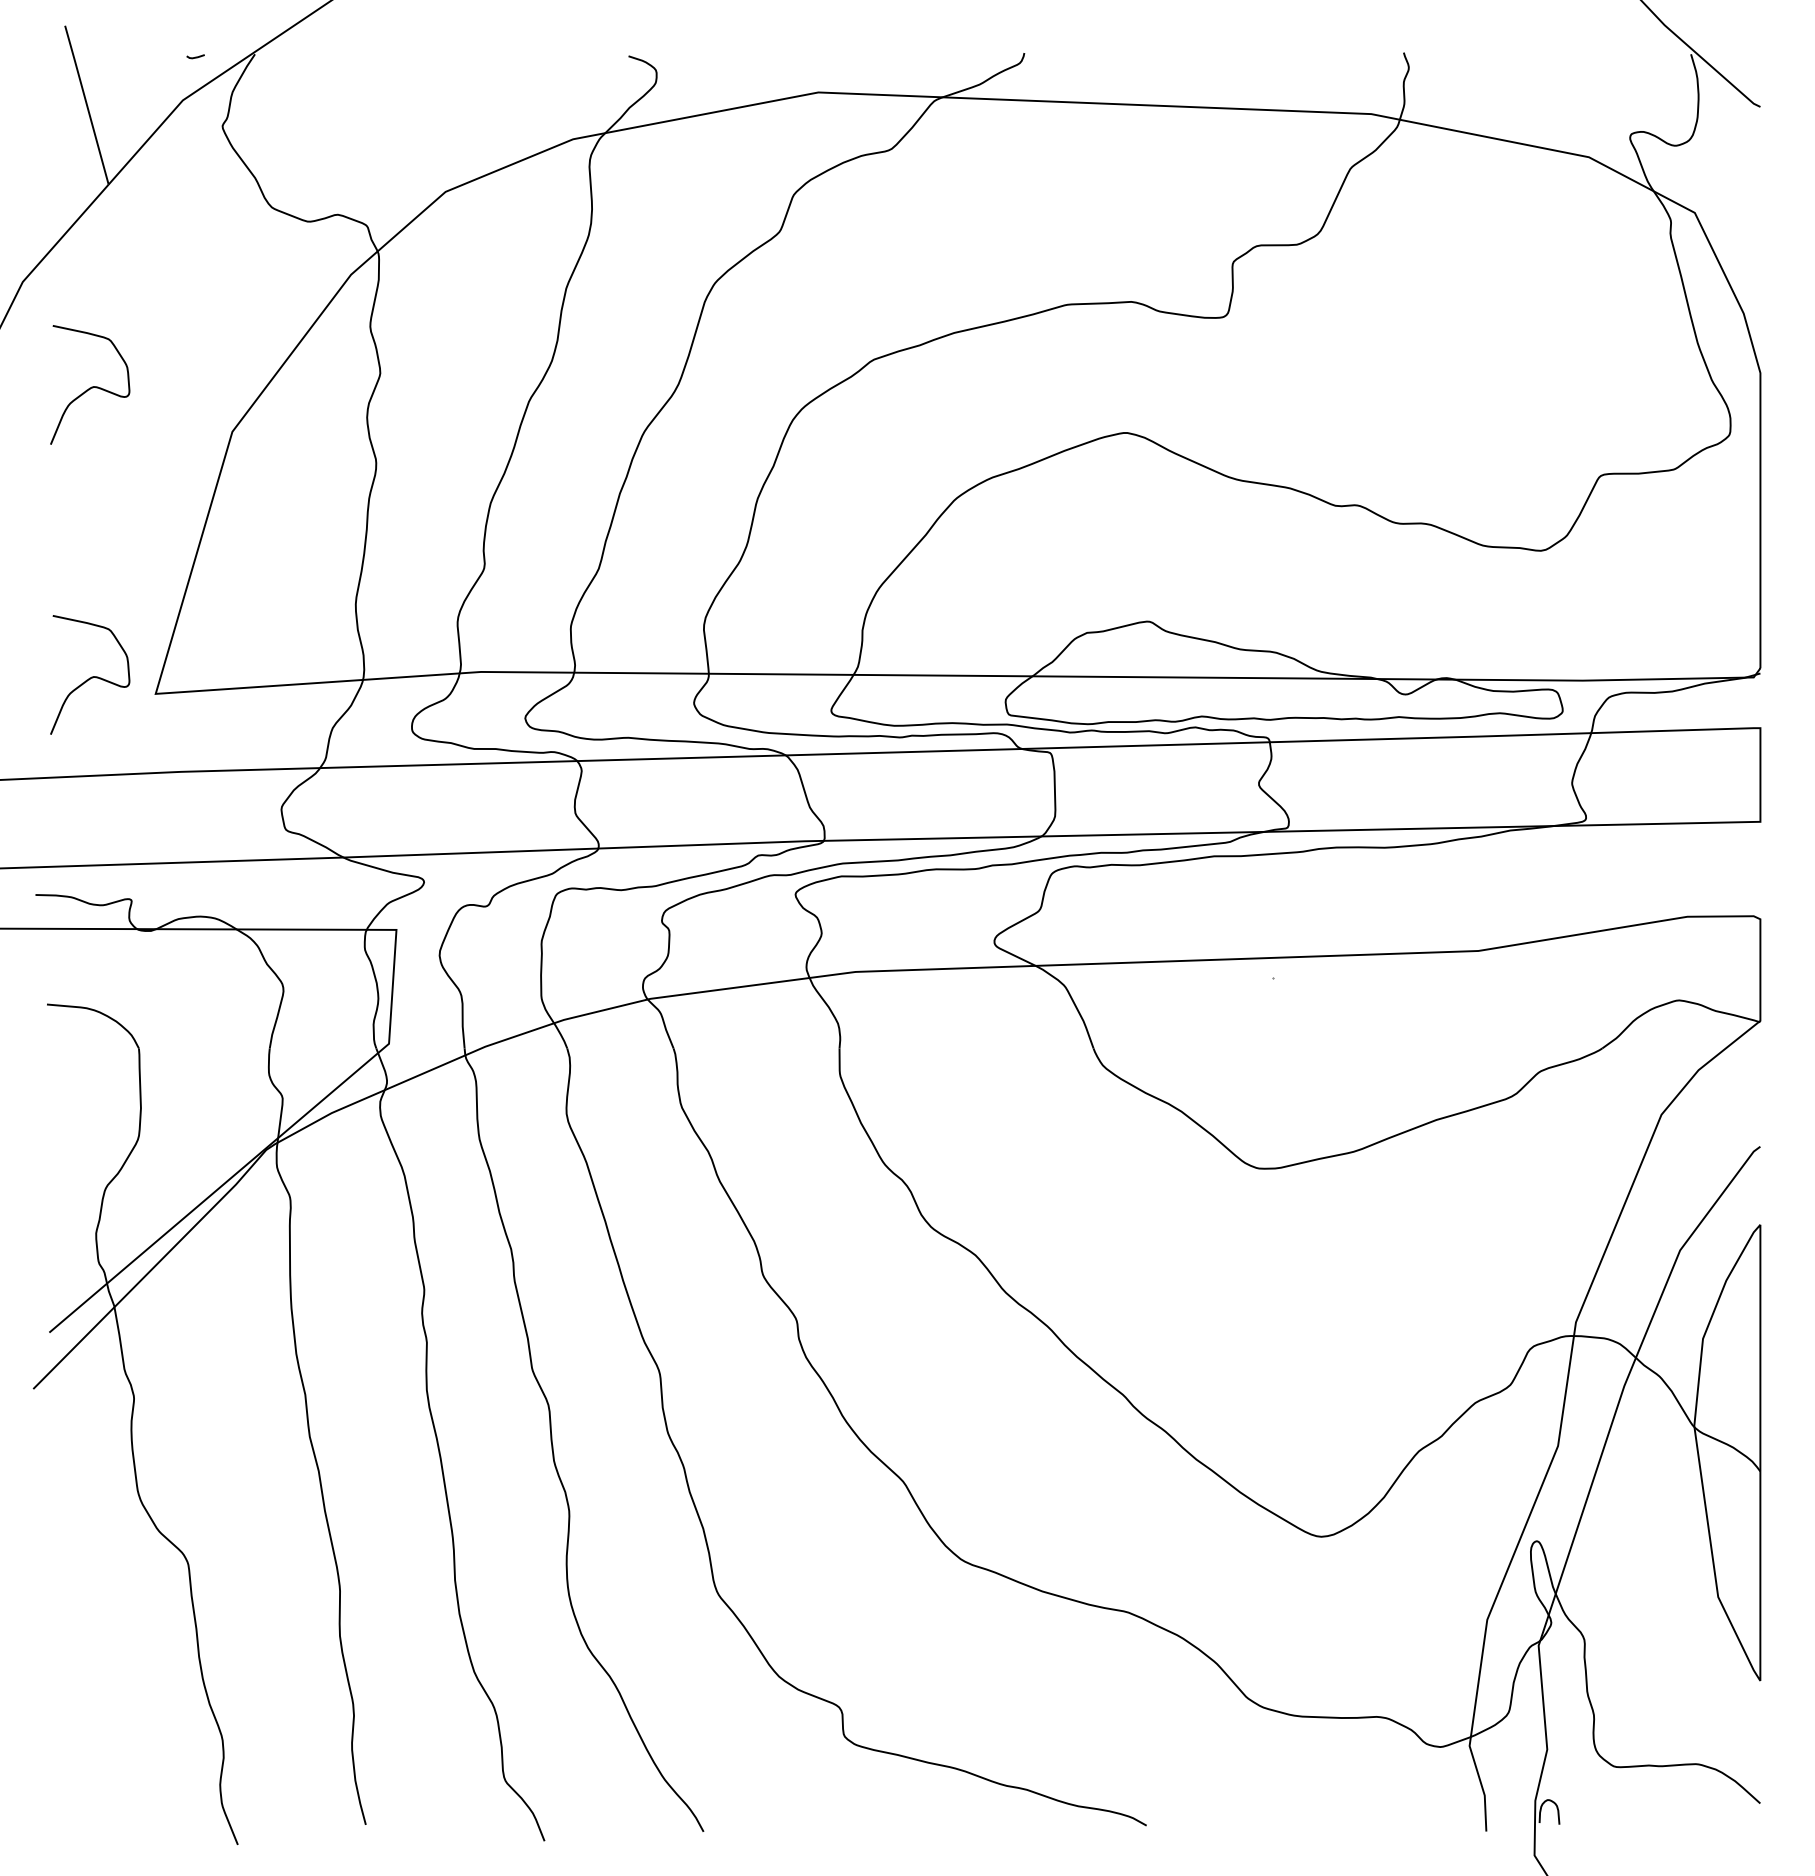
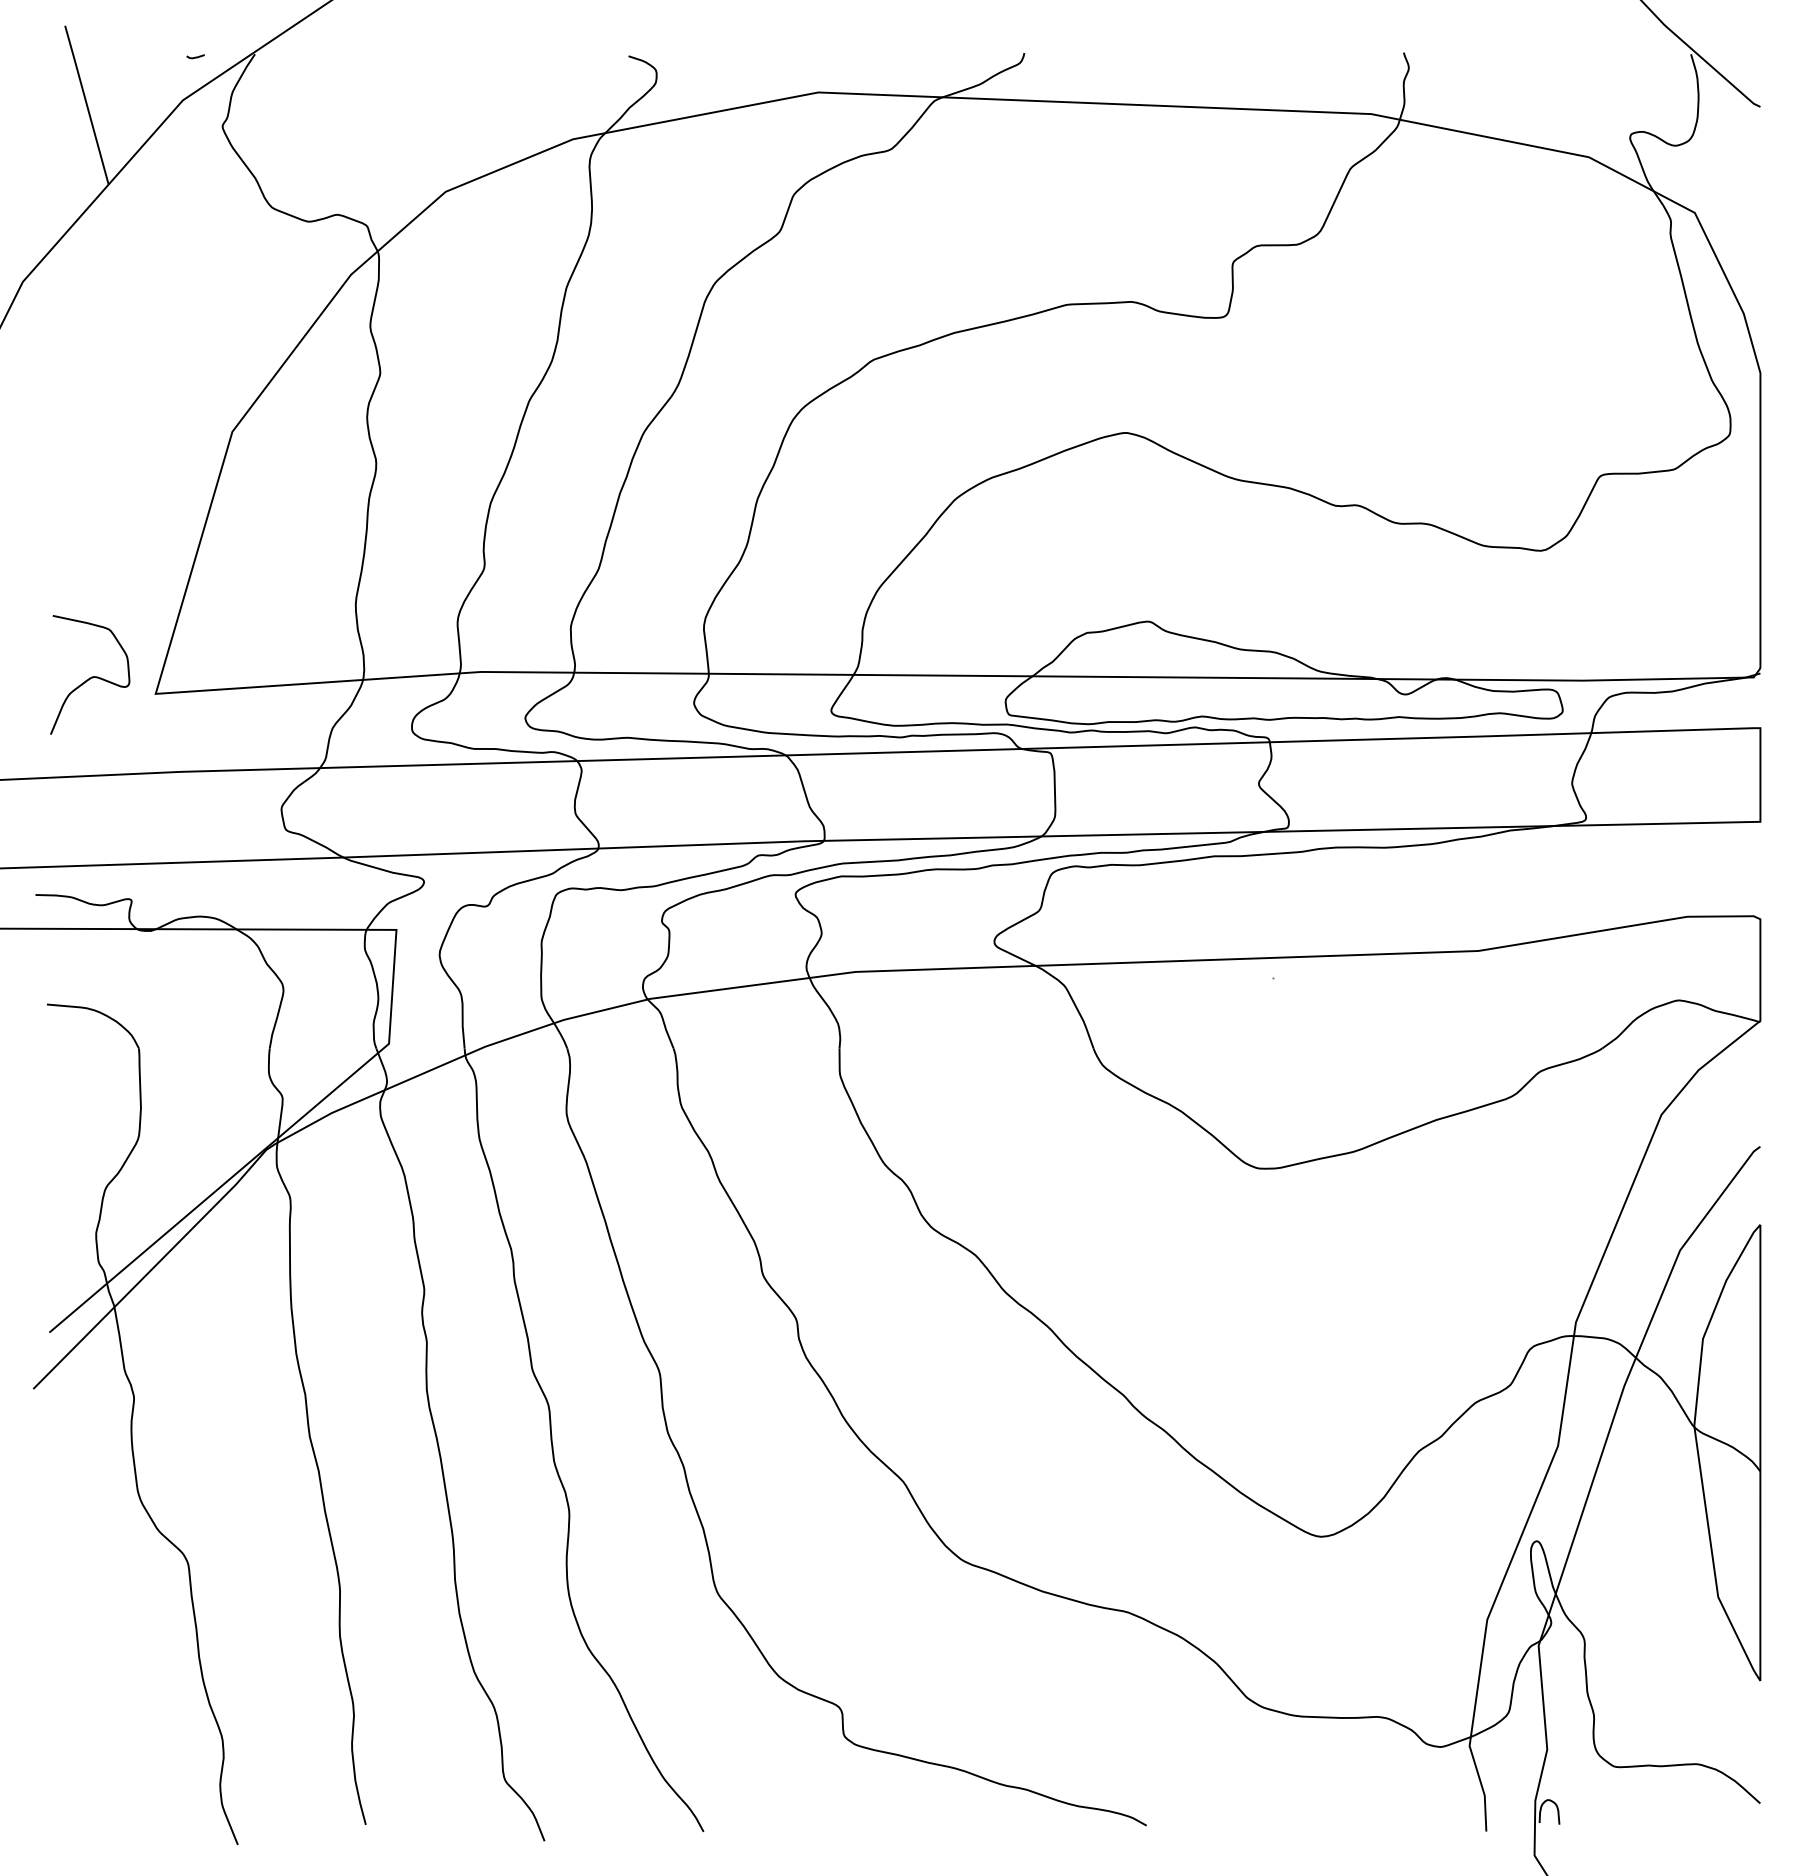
curve at (91, 386): present -> none
